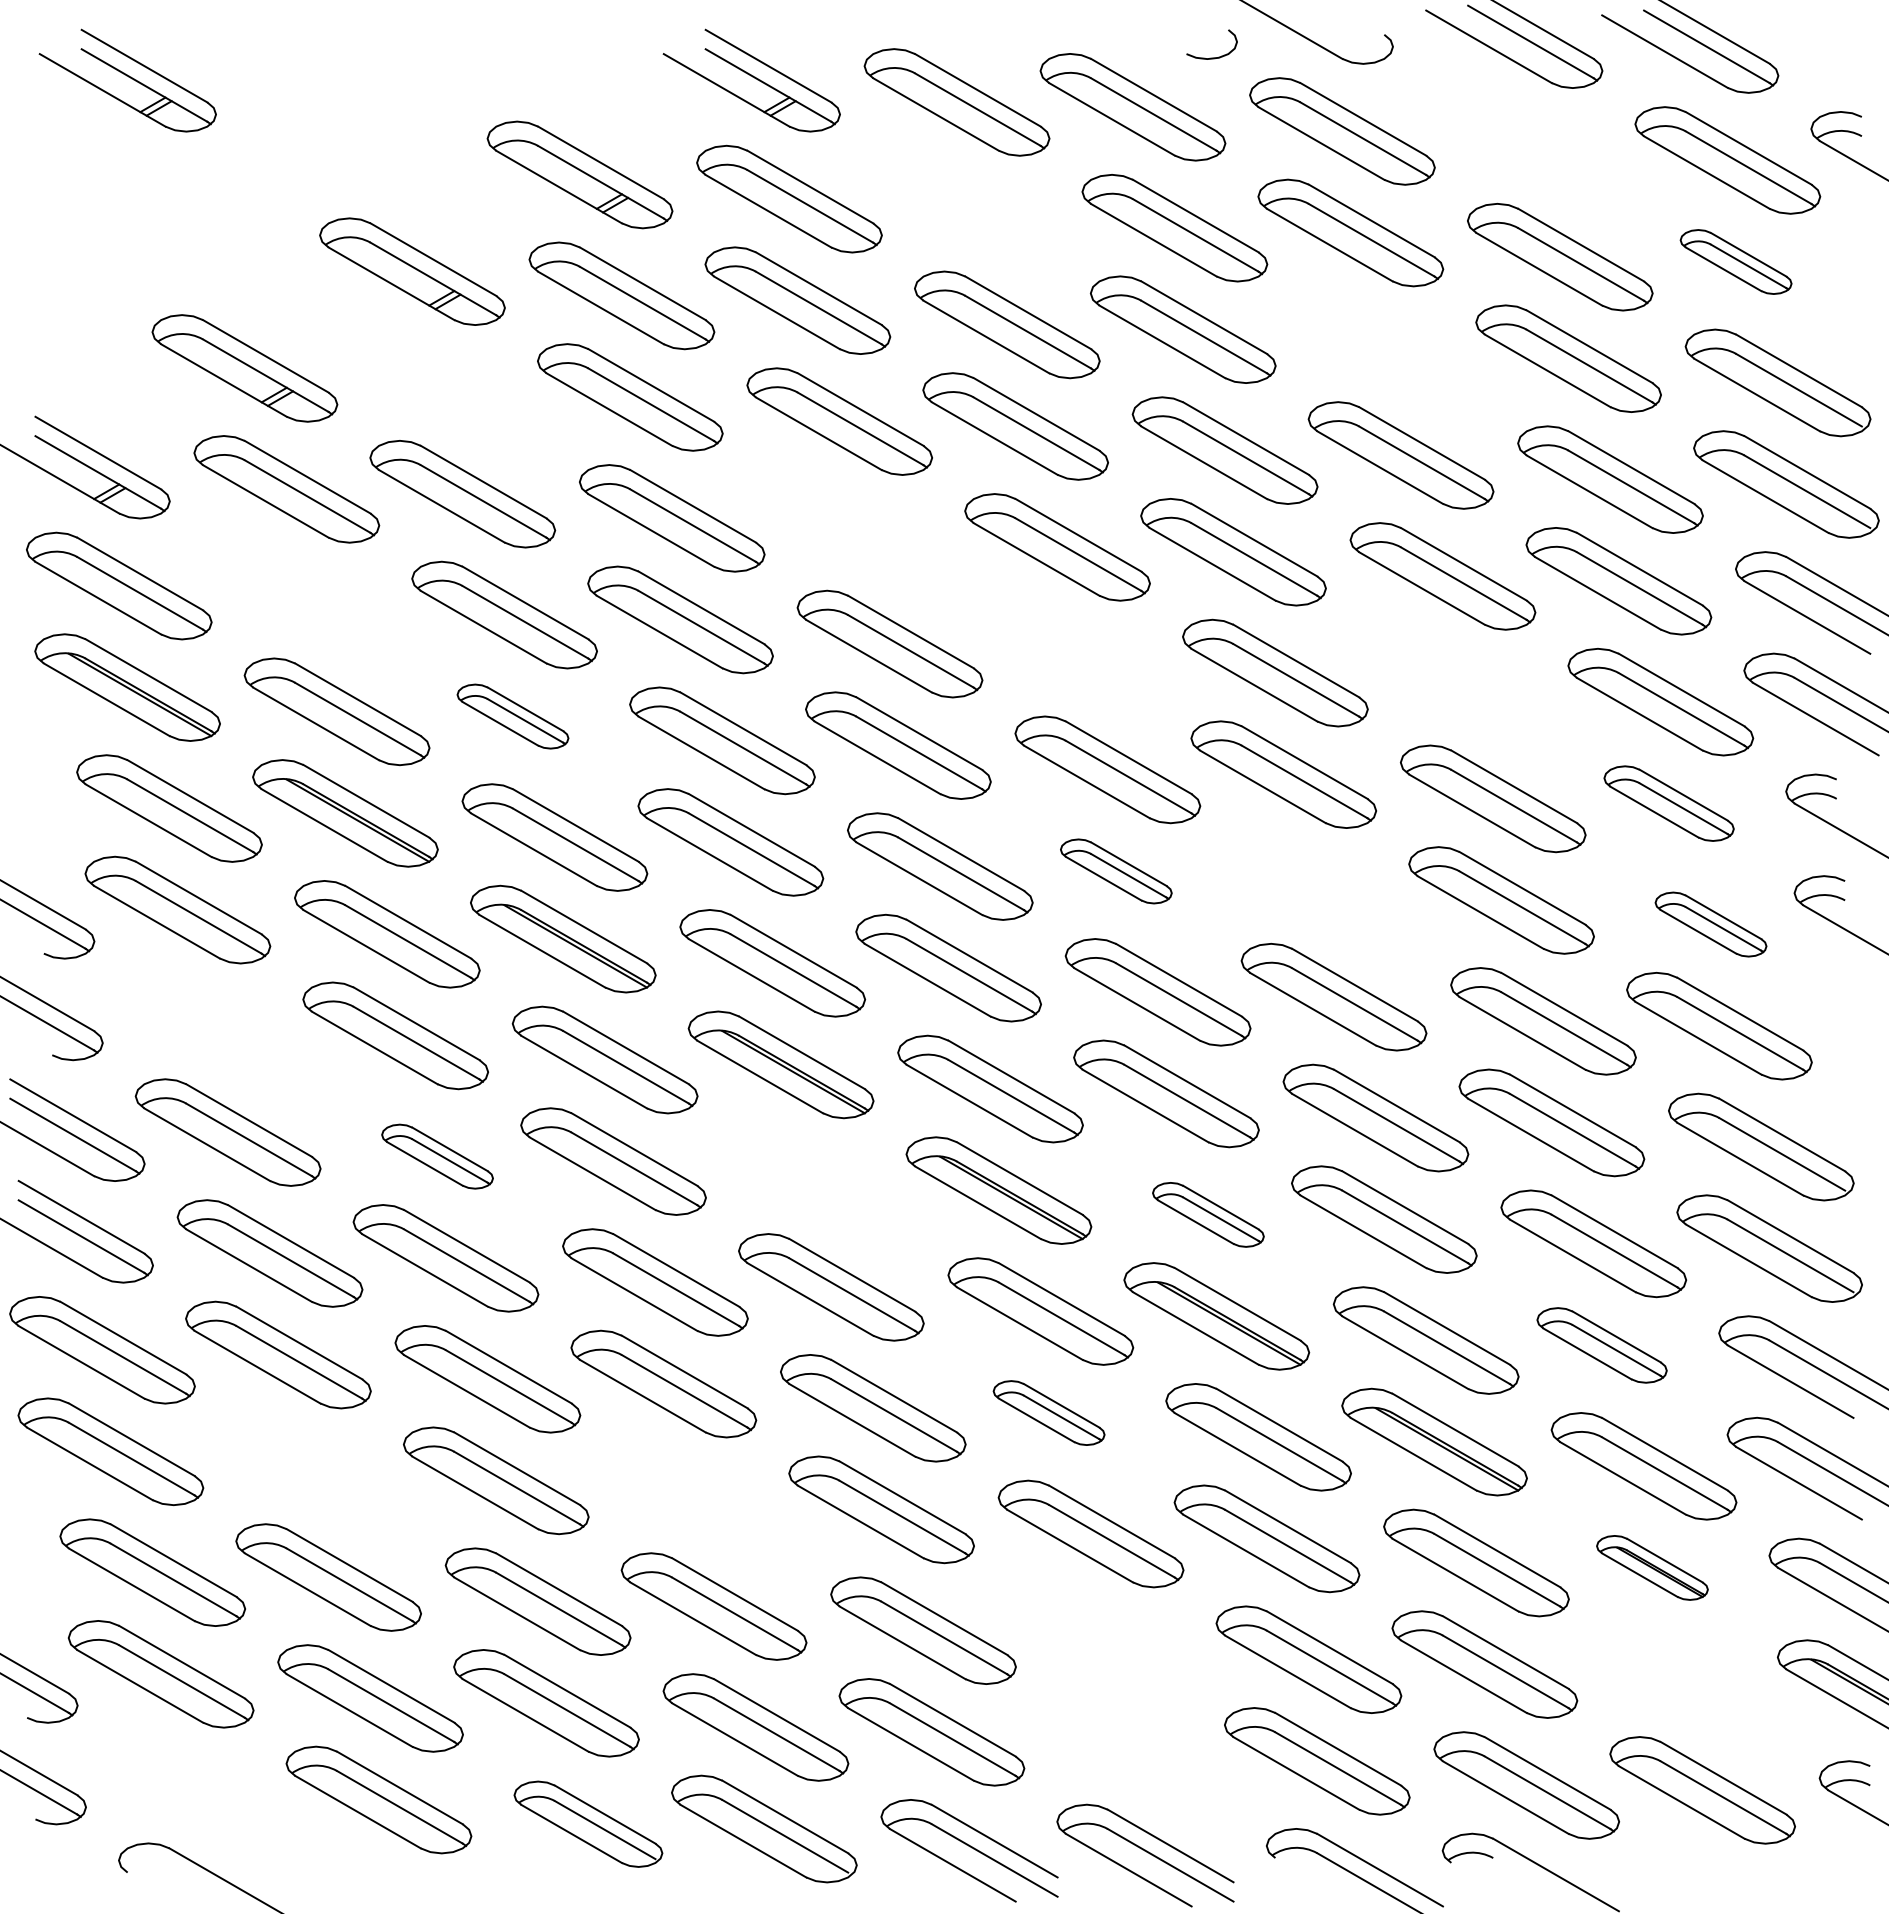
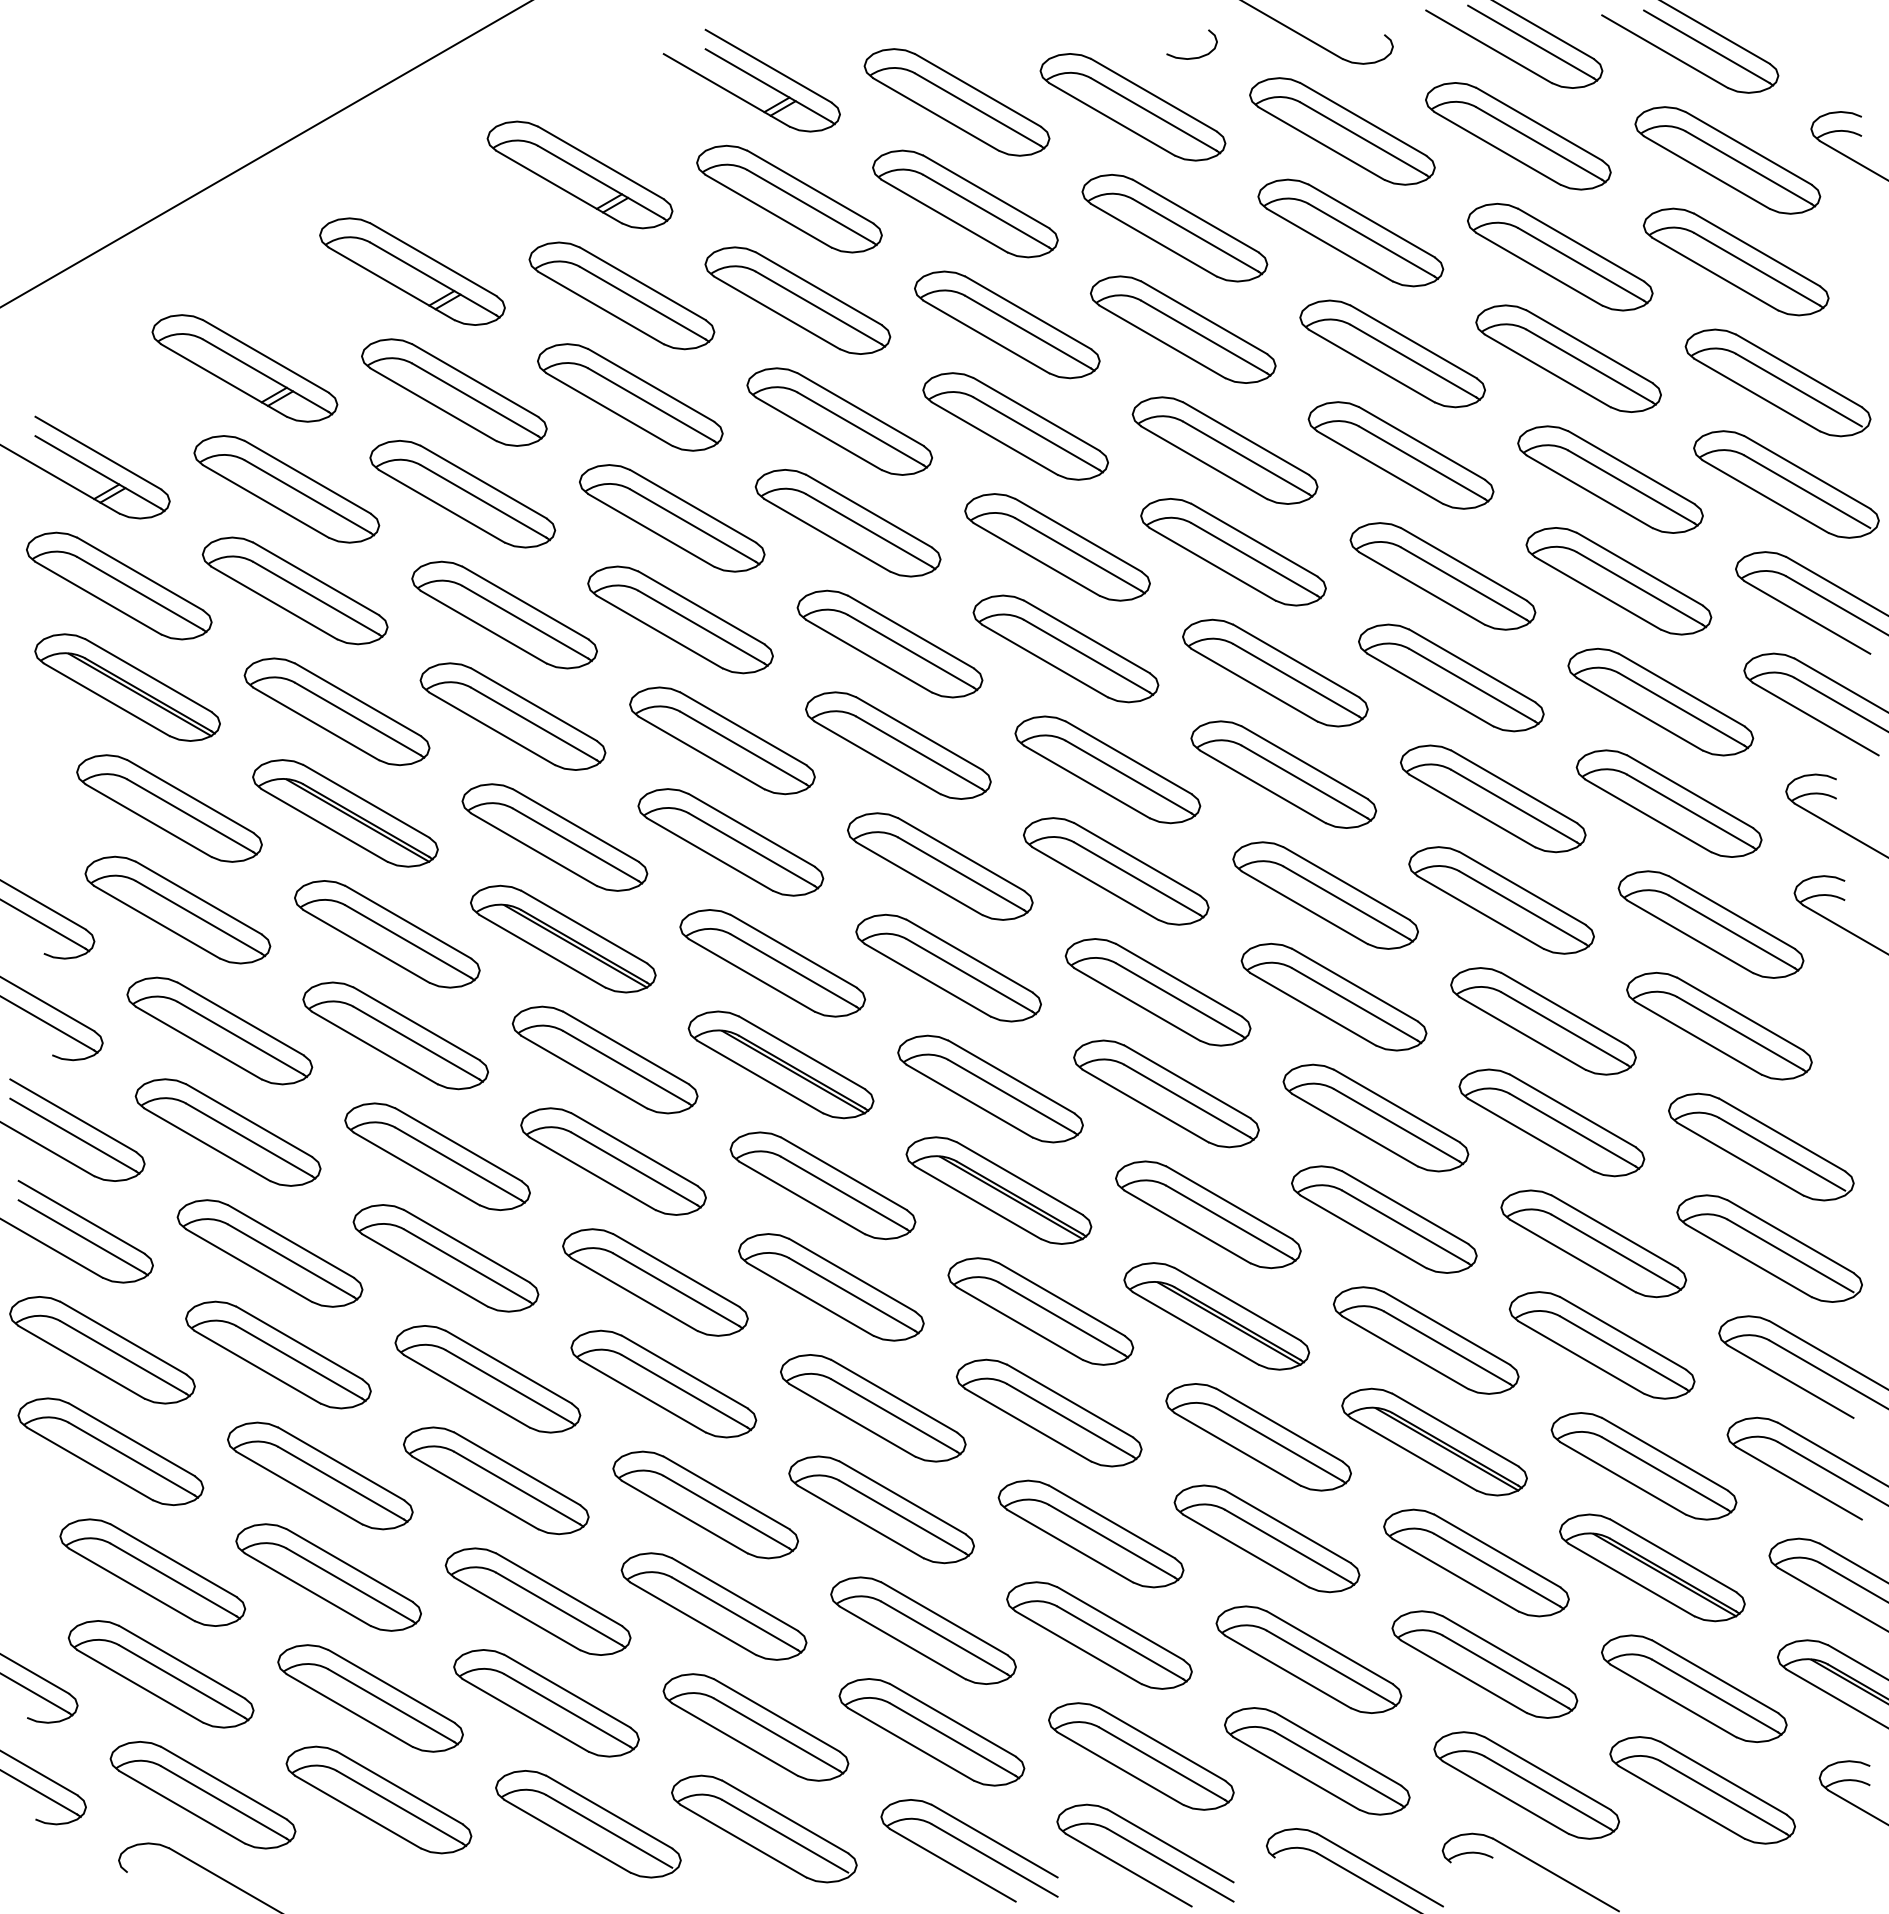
curve at (1211, 57) position: (1211, 57) -> (1191, 57)
part at (127, 80): present -> none
part at (1518, 136): none -> present
line at (265, 154): none -> present
part at (965, 203): none -> present
part at (1735, 261) size: 114x66 px -> 188x110 px
part at (1392, 353): none -> present
part at (454, 392): none -> present
part at (847, 523): none -> present
part at (294, 590): none -> present
part at (1065, 648): none -> present
part at (1451, 677): none -> present
part at (512, 716) size: 114x67 px -> 188x109 px
part at (1668, 803) size: 132x77 px -> 188x109 px
part at (1116, 871) size: 113x67 px -> 187x109 px
part at (1325, 895): none -> present
part at (1710, 924) size: 114x67 px -> 188x109 px
part at (219, 1030): none -> present
part at (437, 1156) size: 113x67 px -> 187x109 px
part at (822, 1185): none -> present
part at (1208, 1214) size: 113x66 px -> 187x110 px
part at (1601, 1345) size: 132x77 px -> 188x109 px
part at (1048, 1412) size: 114x66 px -> 188x110 px
part at (320, 1475): none -> present
part at (705, 1504): none -> present
part at (1652, 1567) size: 113x66 px -> 187x110 px
part at (1099, 1635): none -> present
part at (1694, 1688): none -> present
part at (1141, 1756): none -> present
part at (202, 1795): none -> present
part at (588, 1823) size: 151x88 px -> 187x109 px
